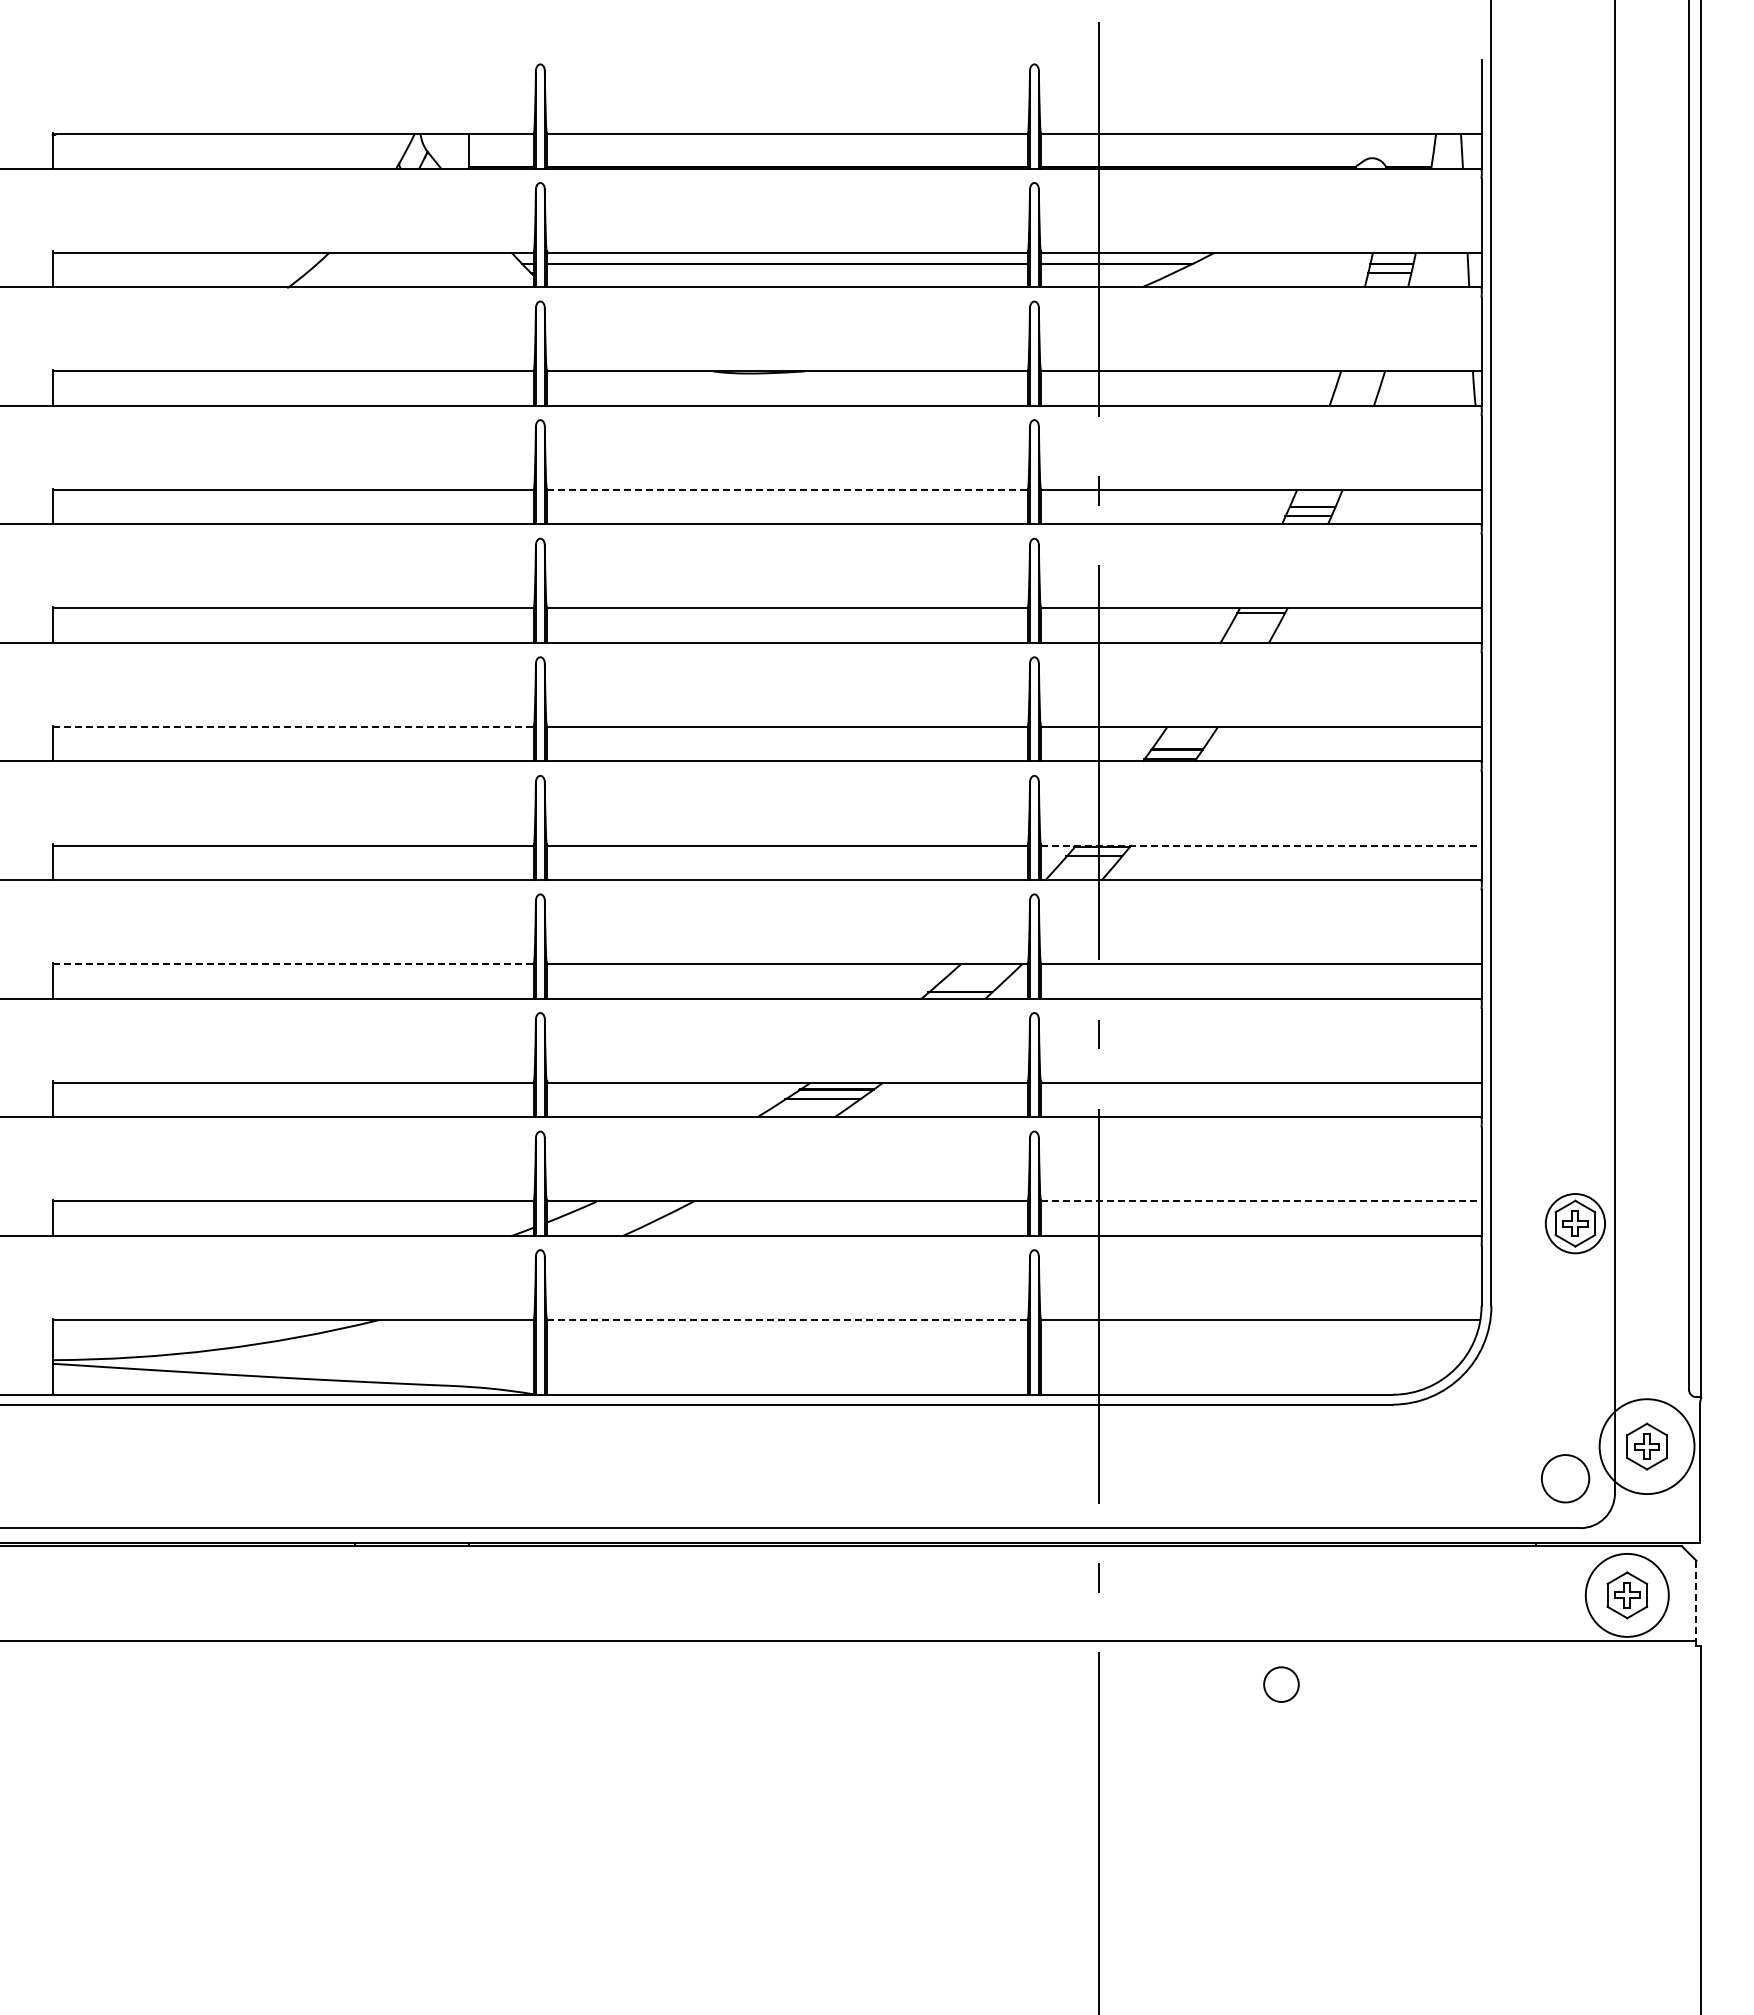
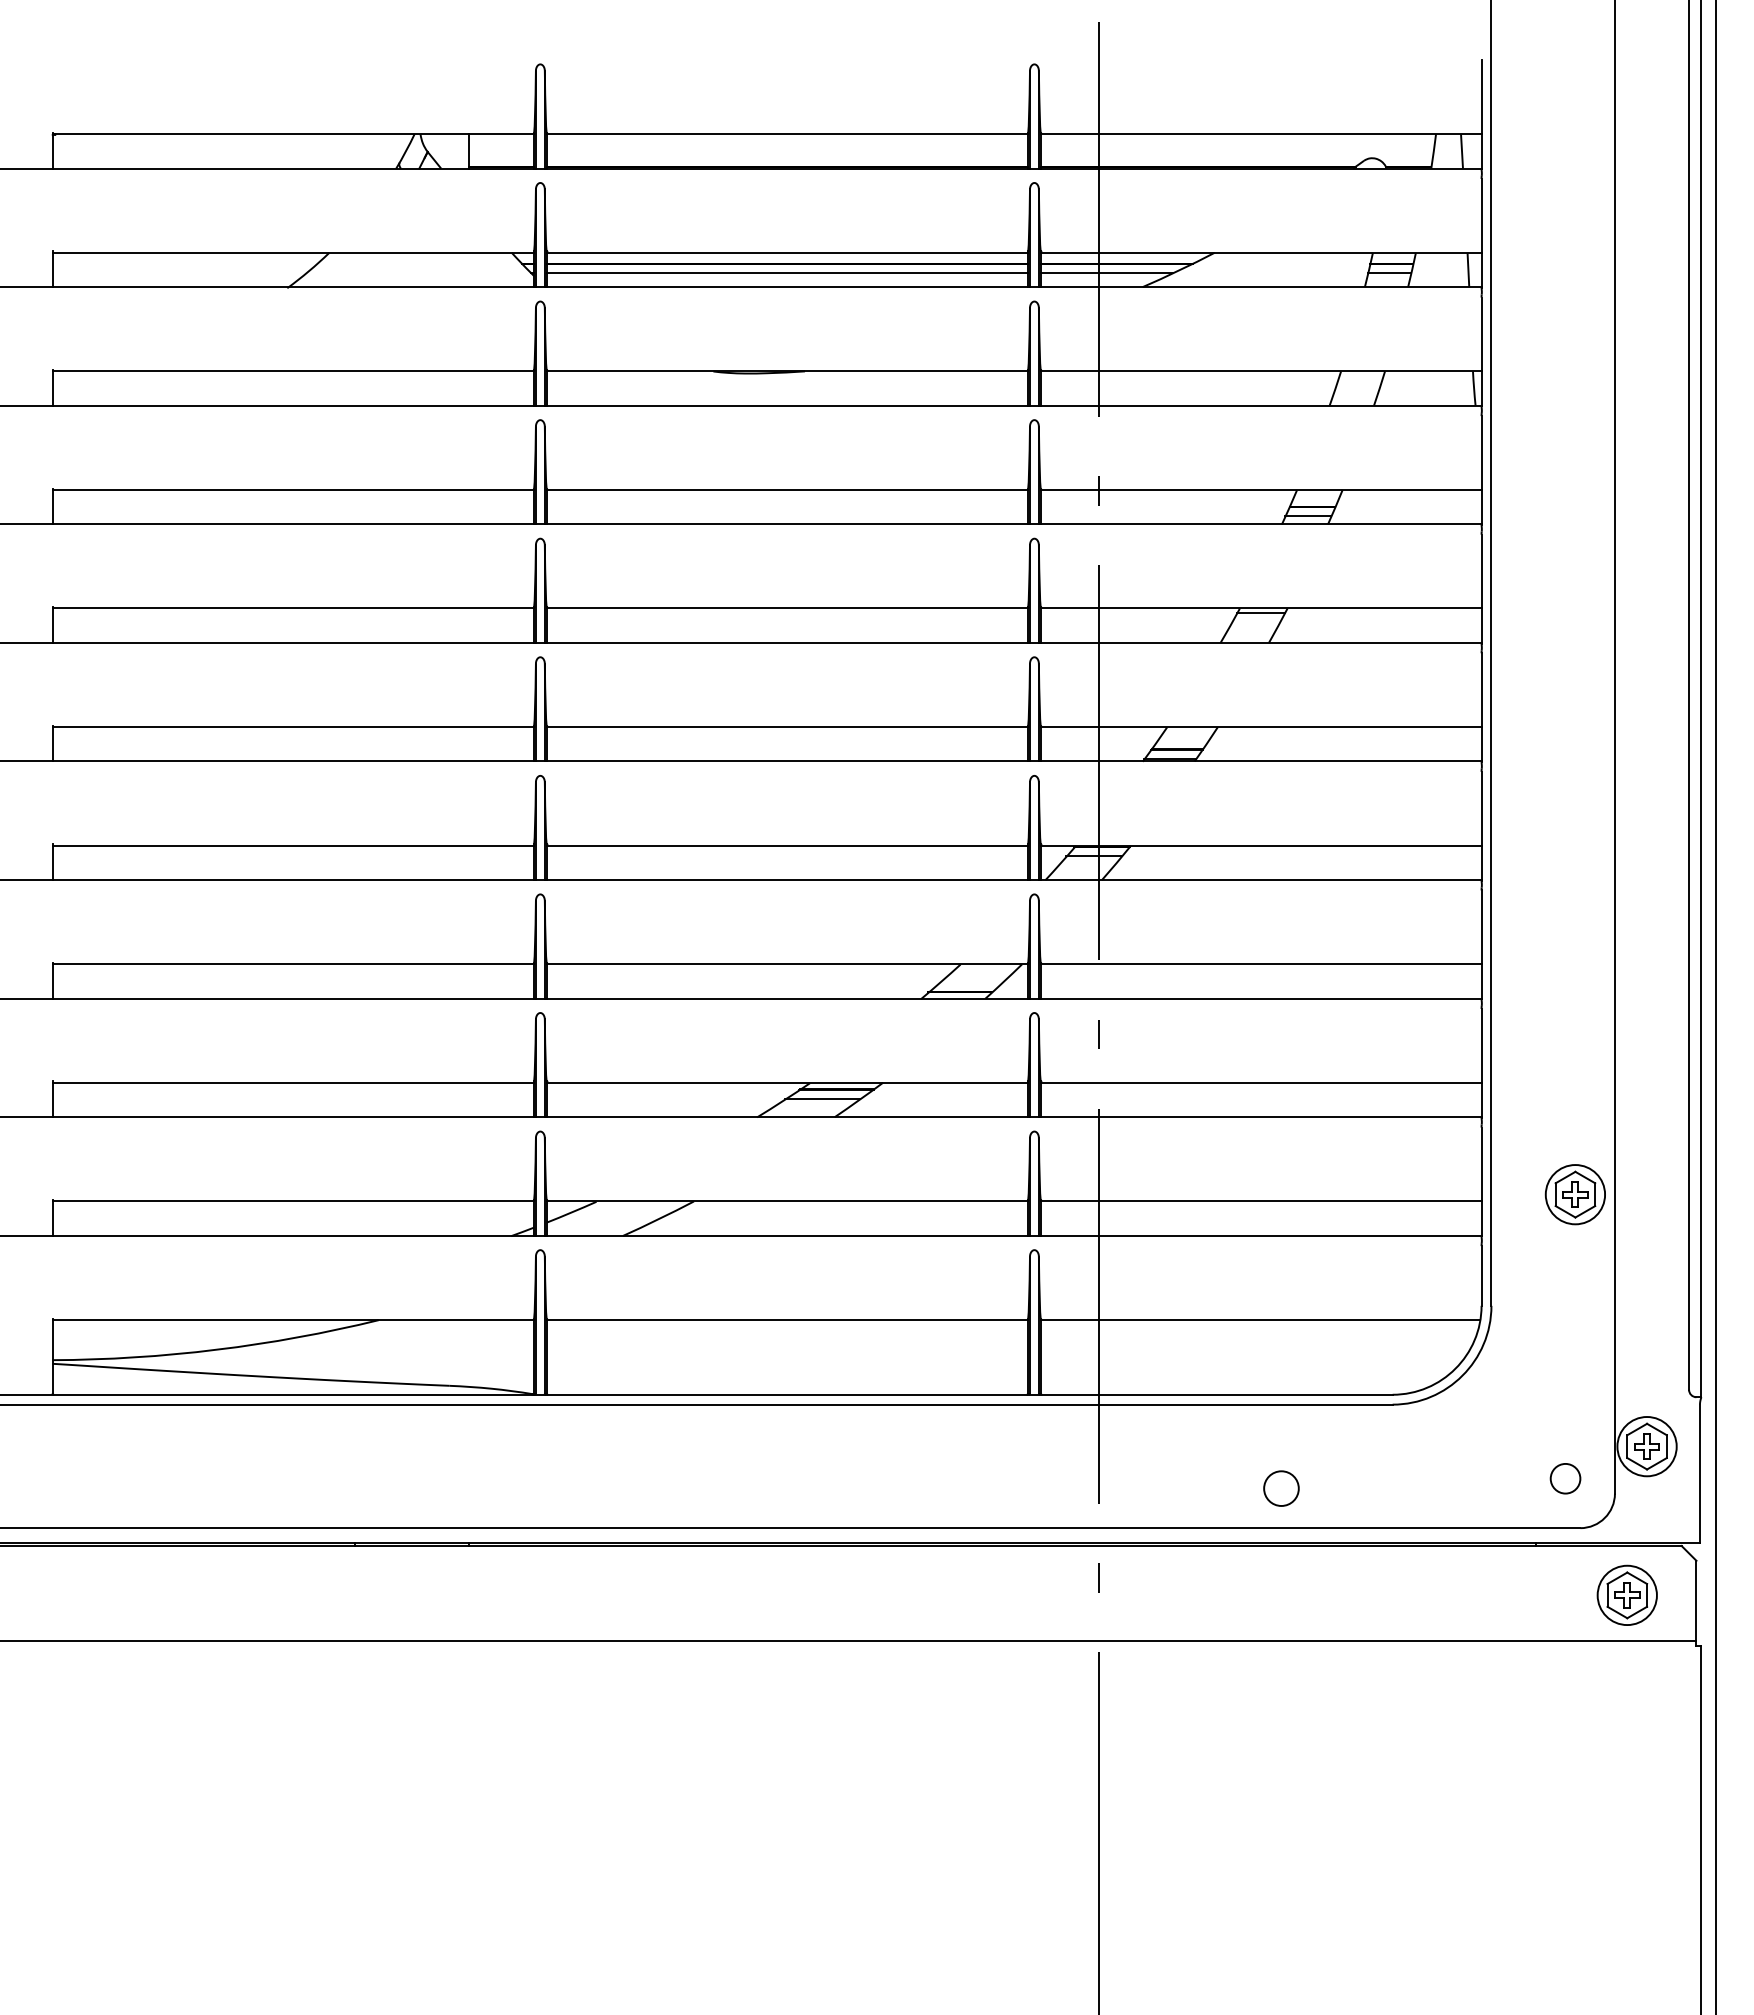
line at (787, 273): none -> present
line at (1106, 273): none -> present
line at (787, 489): dashed -> solid
line at (293, 727): dashed -> solid
line at (1261, 845): dashed -> solid
line at (293, 964): dashed -> solid
line at (1716, 1006): none -> present
line at (1261, 1201): dashed -> solid
part at (1574, 1223) position: (1574, 1223) -> (1574, 1194)
line at (787, 1319): dashed -> solid
circle at (1646, 1446) diameter: 95 px -> 59 px
circle at (1565, 1478) diameter: 47 px -> 30 px
circle at (1626, 1594) diameter: 83 px -> 59 px
line at (1696, 1603): dashed -> solid
circle at (1281, 1684) position: (1281, 1684) -> (1281, 1488)
